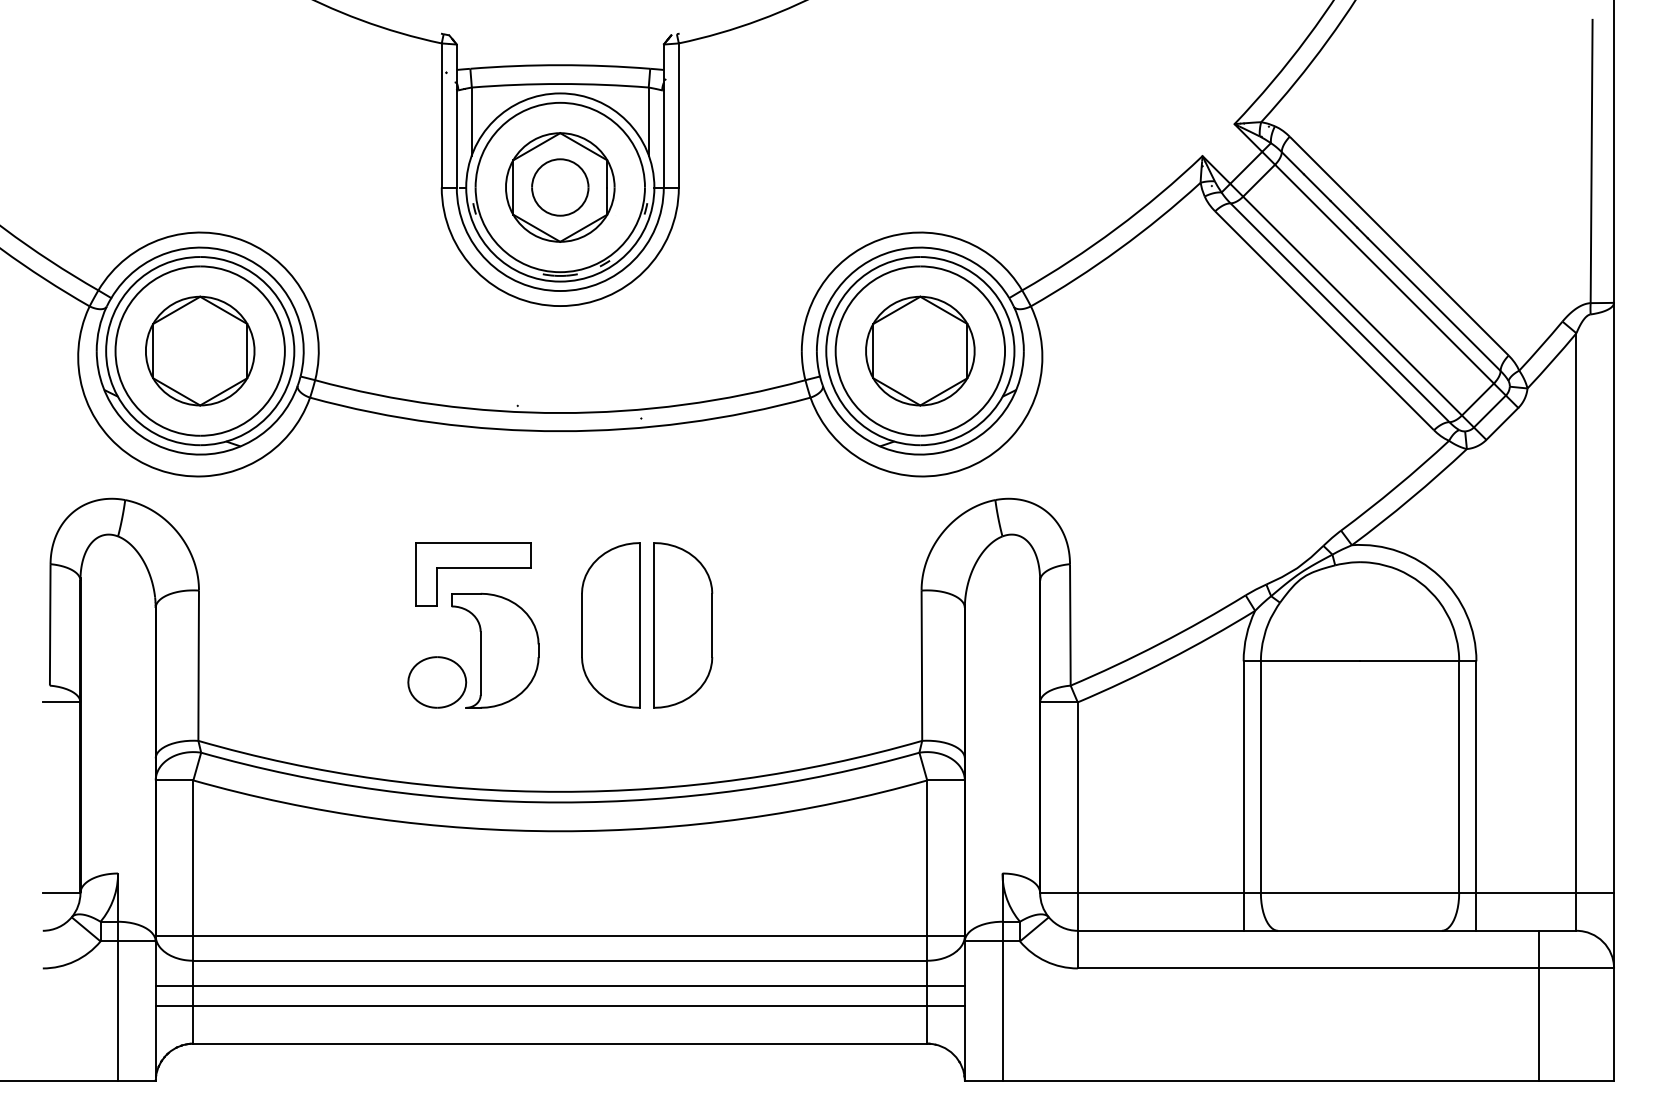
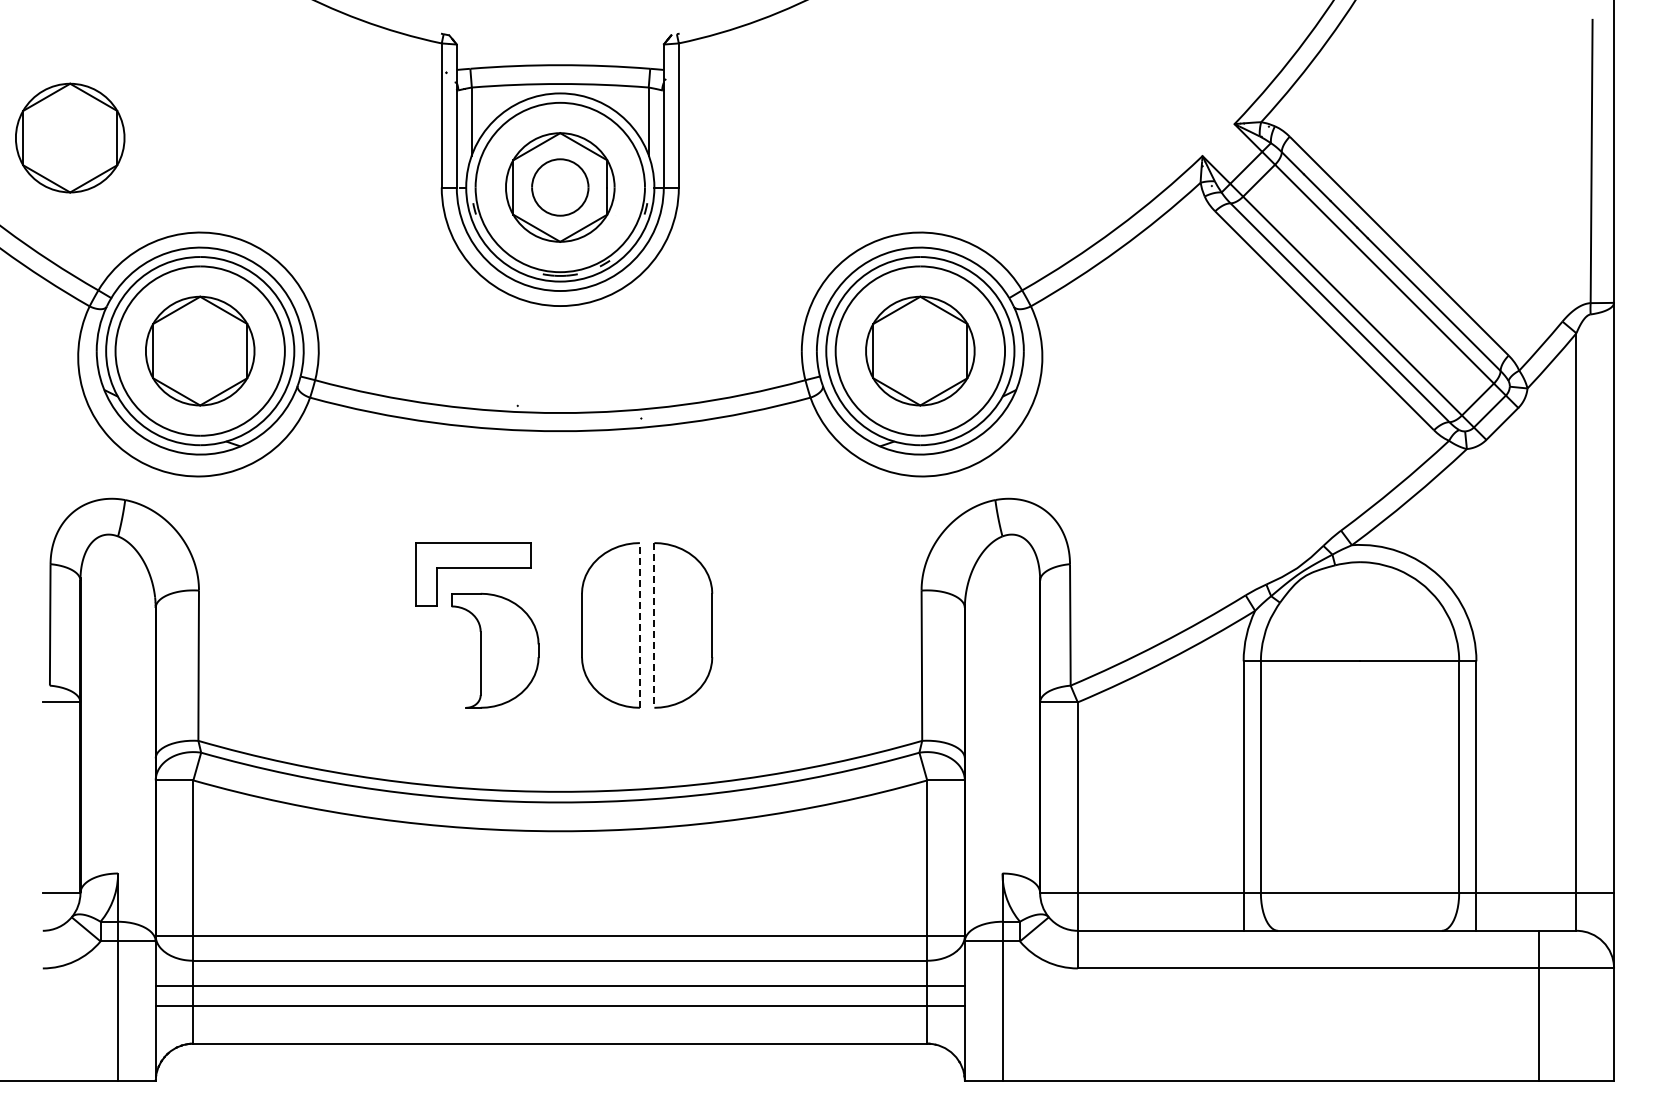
part at (70, 137): none -> present
line at (639, 624): solid -> dashed
line at (654, 625): solid -> dashed
part at (437, 682): present -> none
